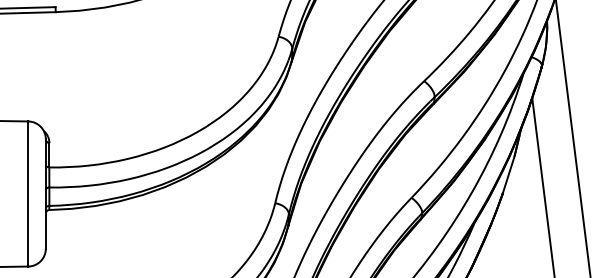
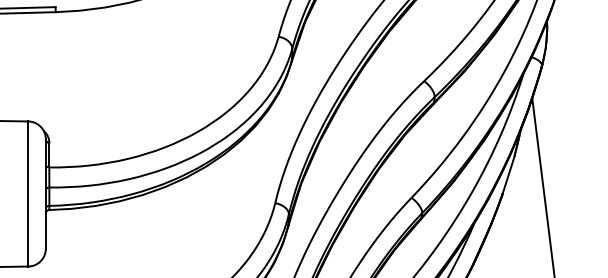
line at (573, 138): present -> none
